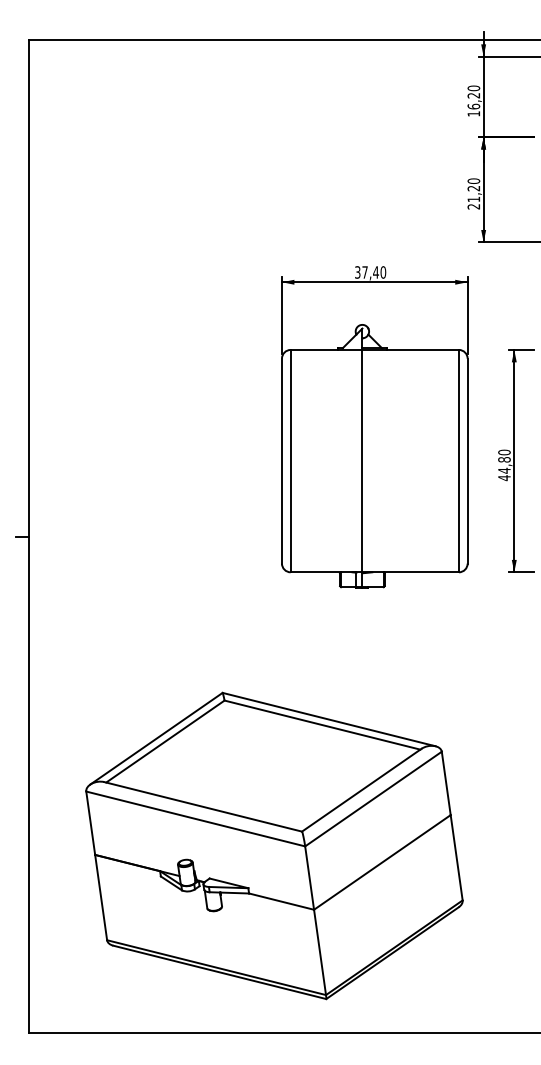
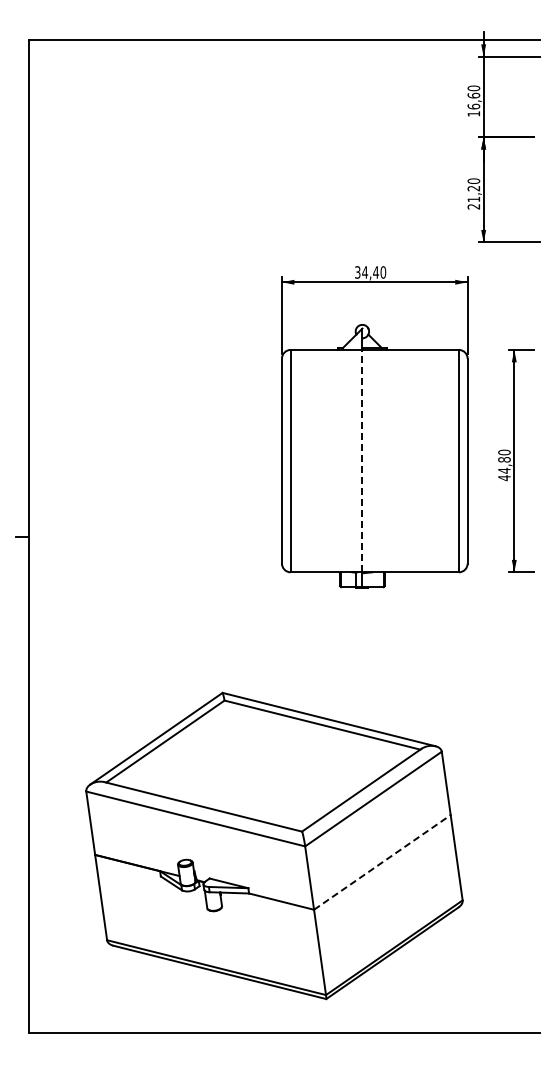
text at (473, 95): 16,20 -> 16,60
text at (365, 272): 37,40 -> 34,40
line at (362, 460): solid -> dashed
line at (382, 862): solid -> dashed
